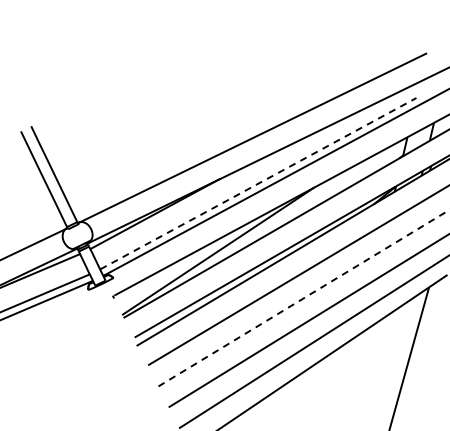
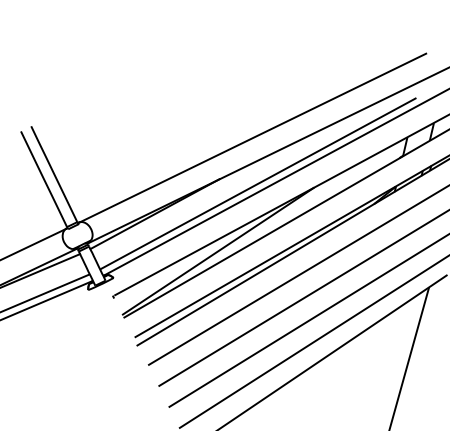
line at (258, 183): dashed -> solid
line at (304, 297): dashed -> solid
